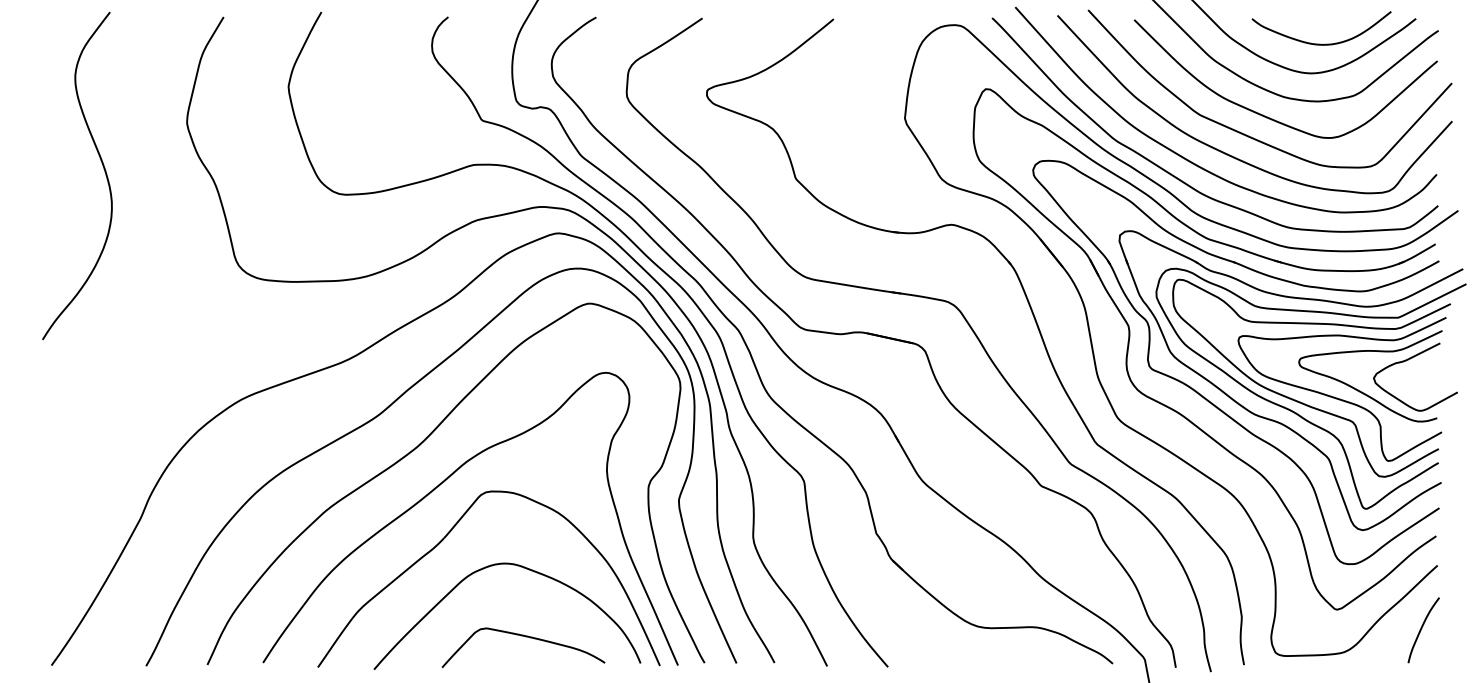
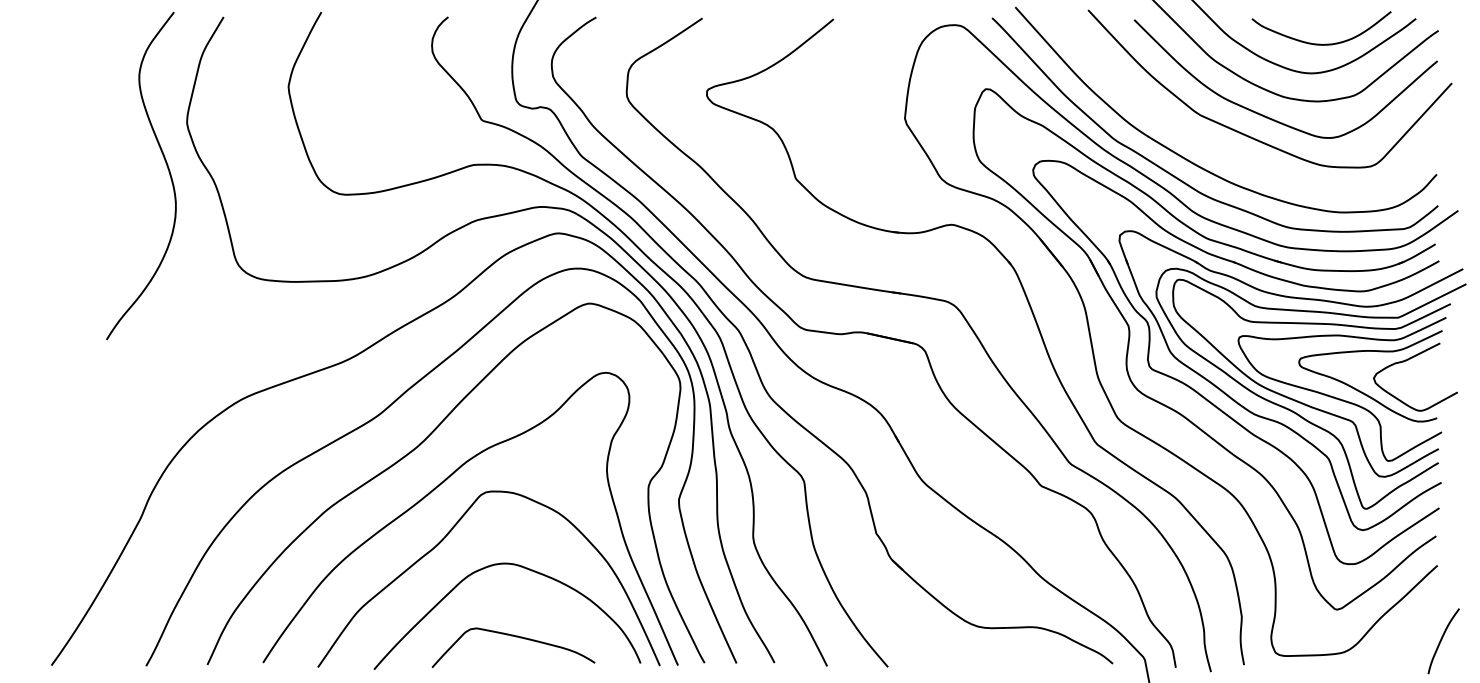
curve at (1230, 154): present -> none
curve at (102, 166) position: (102, 166) -> (166, 166)
curve at (1421, 630) position: (1421, 630) -> (1441, 641)
curve at (525, 637) position: (525, 637) -> (515, 637)
